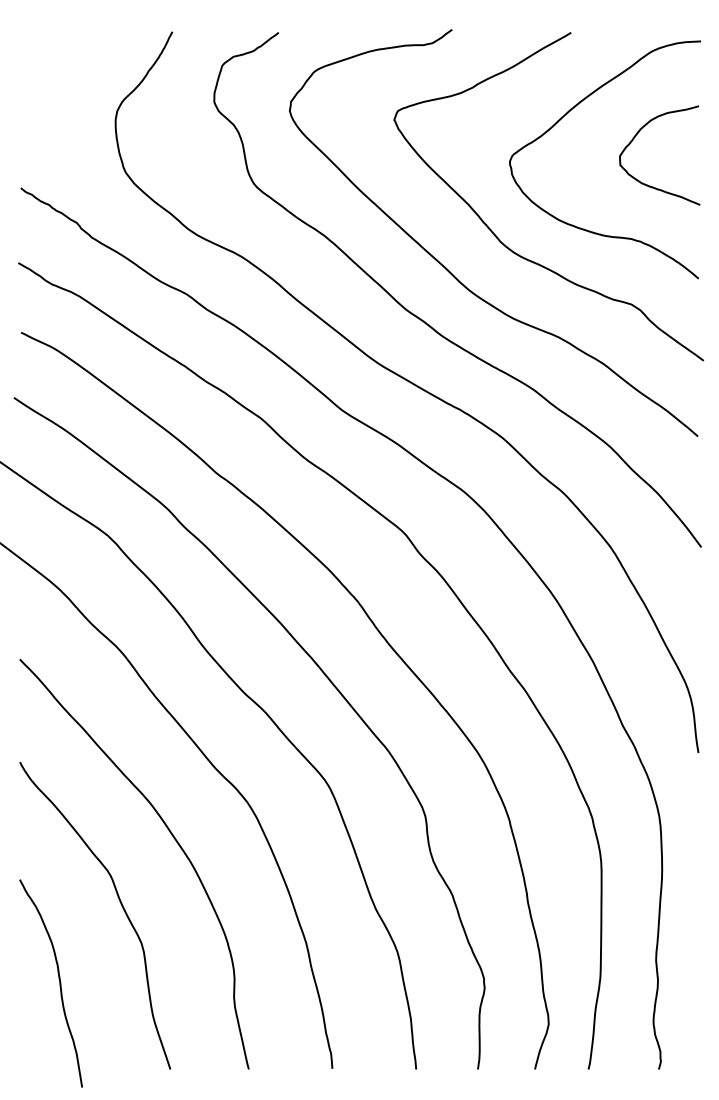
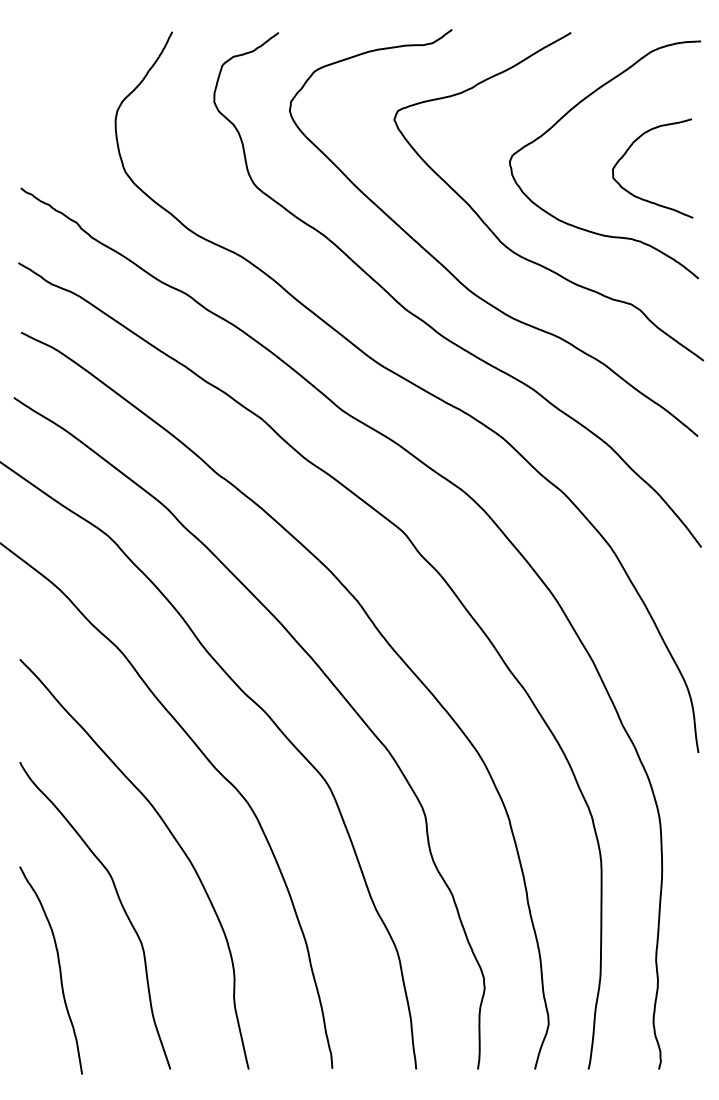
curve at (636, 136) position: (636, 136) -> (629, 149)
curve at (58, 979) position: (58, 979) -> (58, 966)
